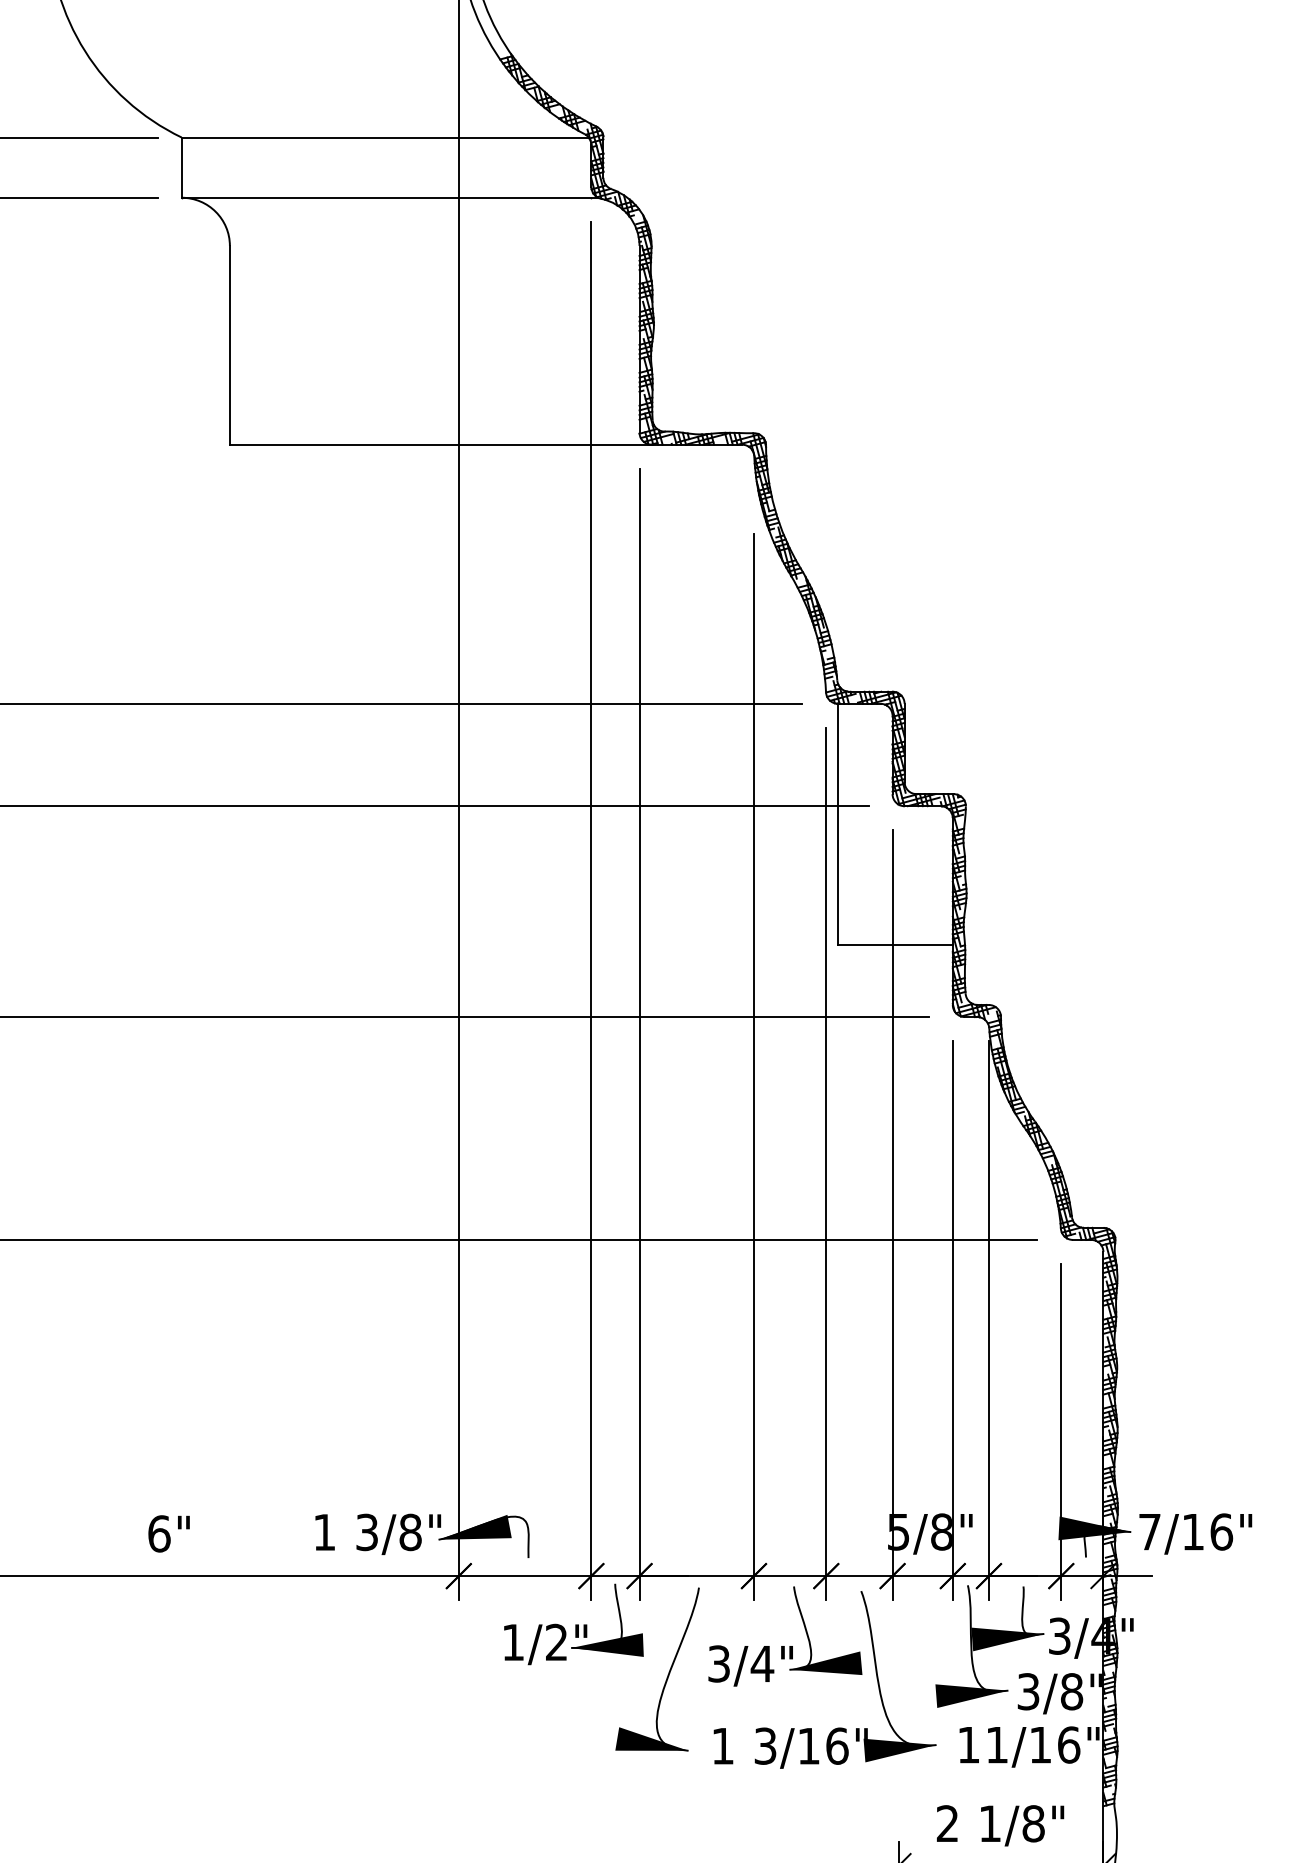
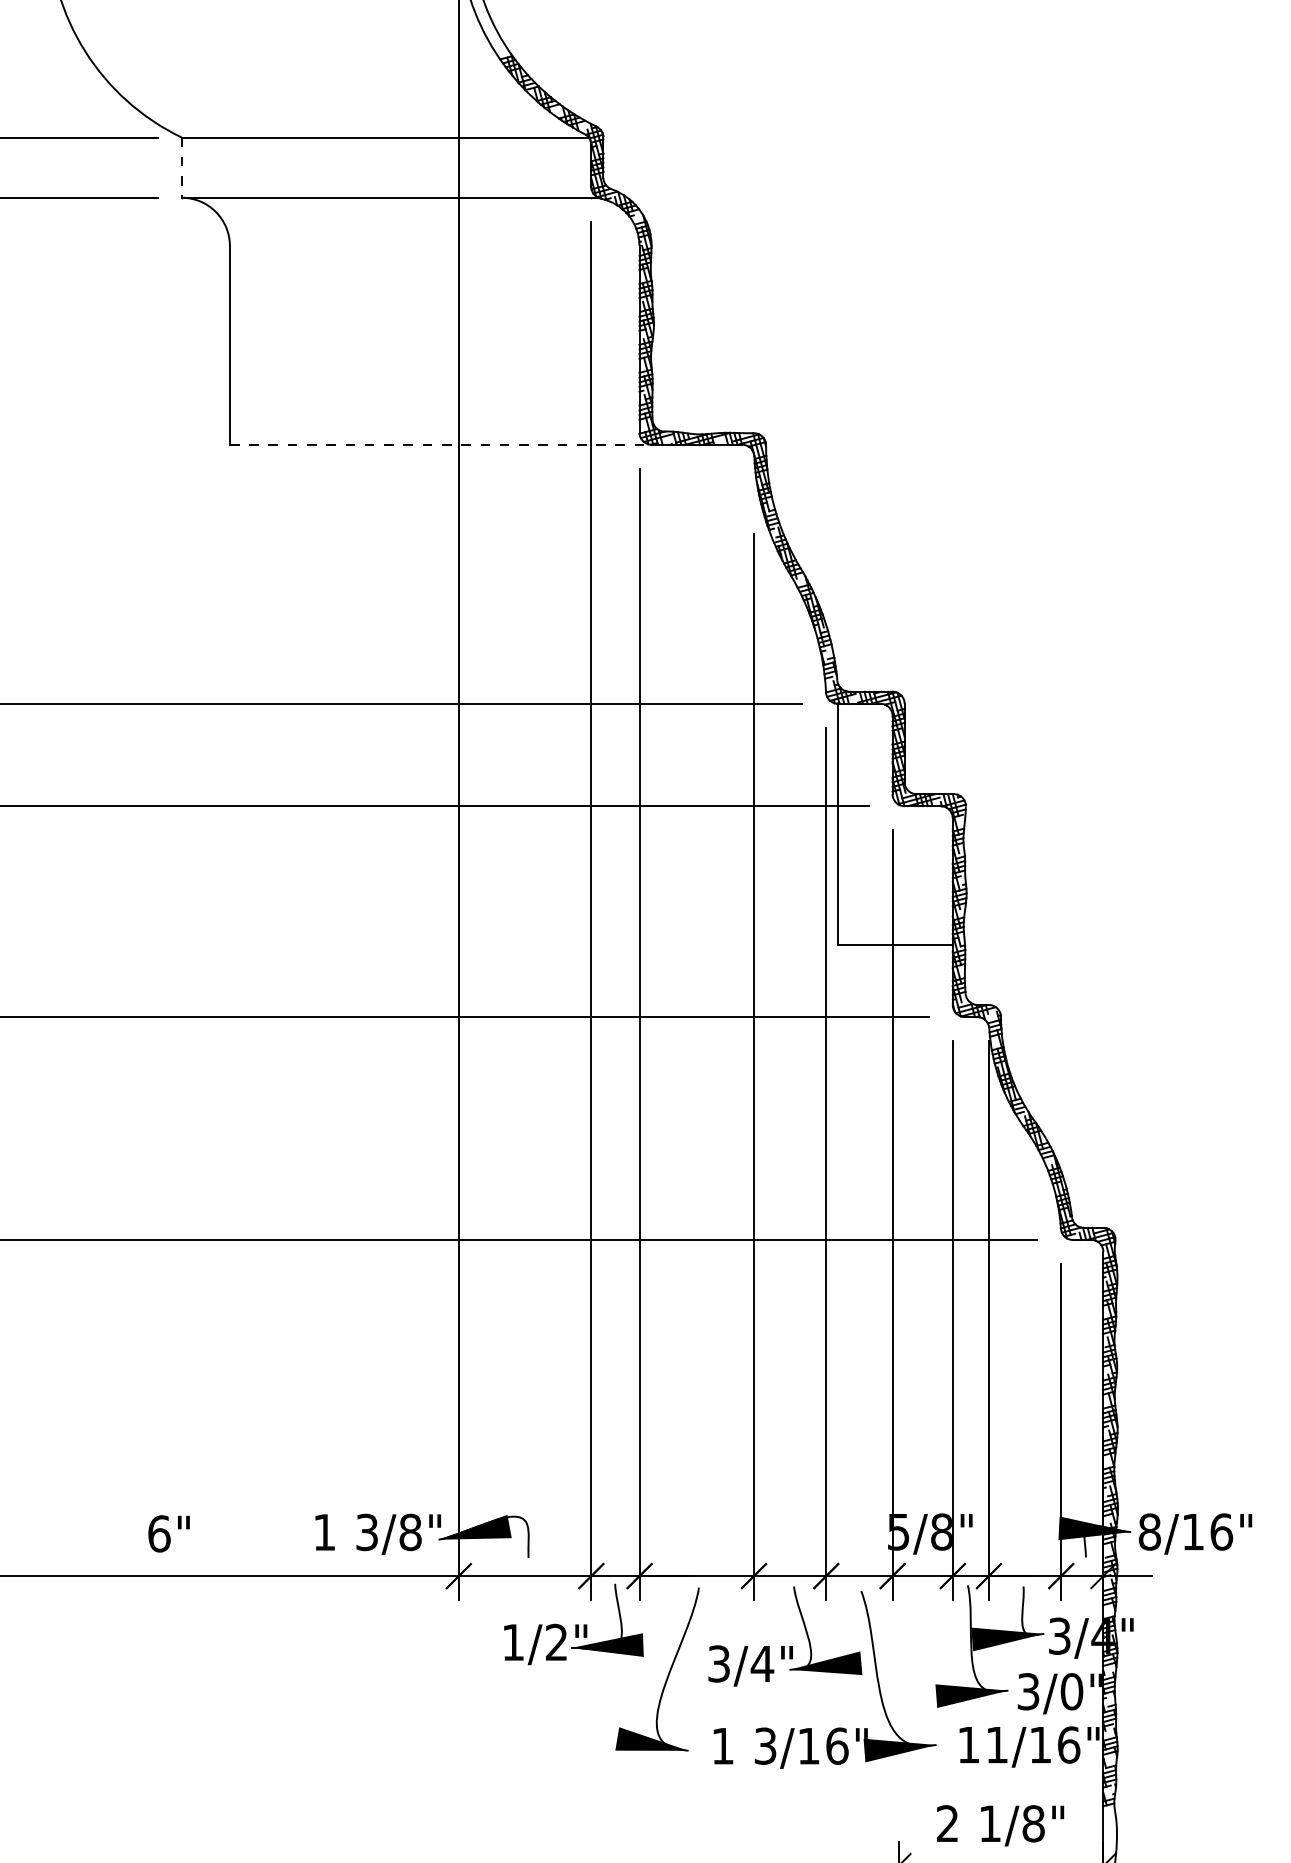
line at (181, 168): solid -> dashed
line at (440, 444): solid -> dashed
text at (1149, 1531): 7/16" -> 8/16"
text at (1071, 1691): 3/8" -> 3/0"
